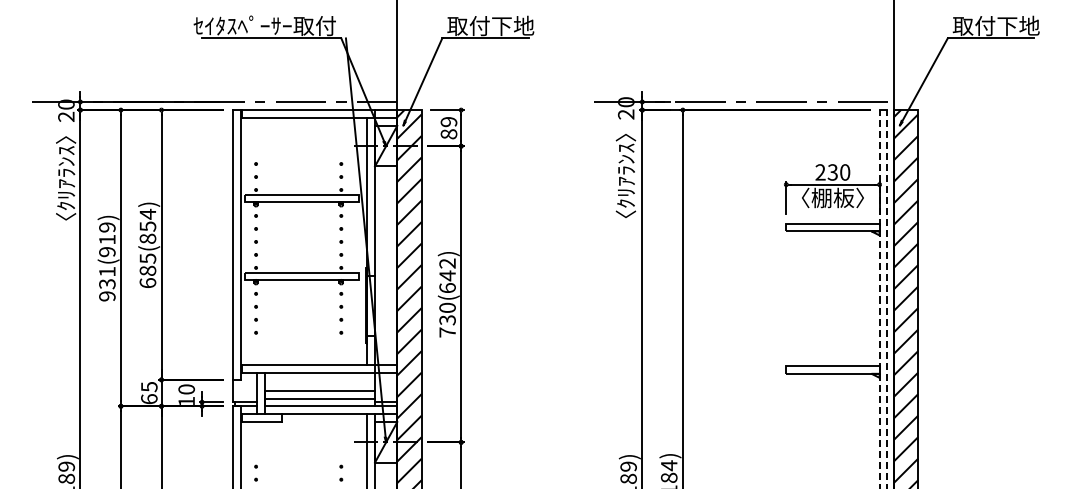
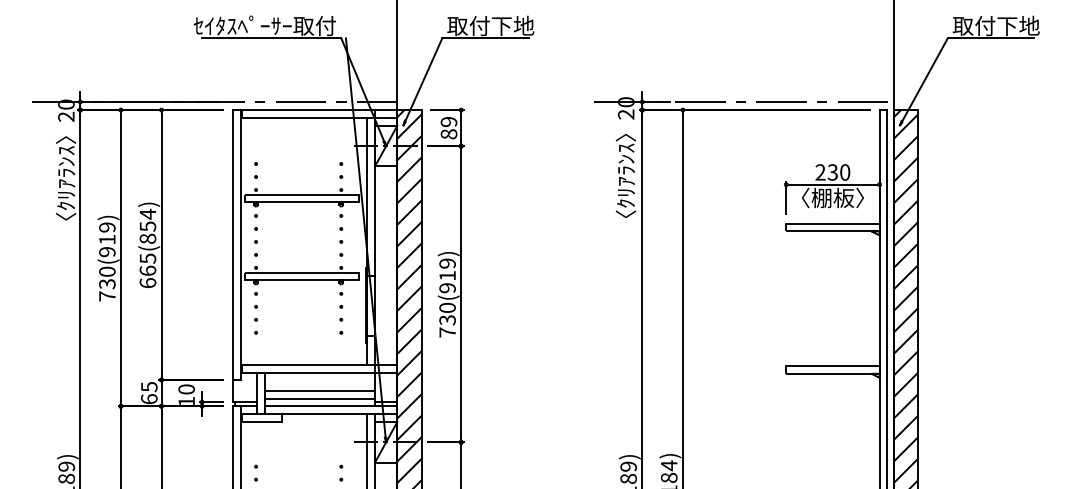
text at (147, 270): 685(854) -> 665(854)
text at (447, 275): 730(642) -> 730(919)
text at (107, 283): 931(919) -> 730(919)
line at (879, 298): dashed -> solid
line at (887, 298): dashed -> solid
